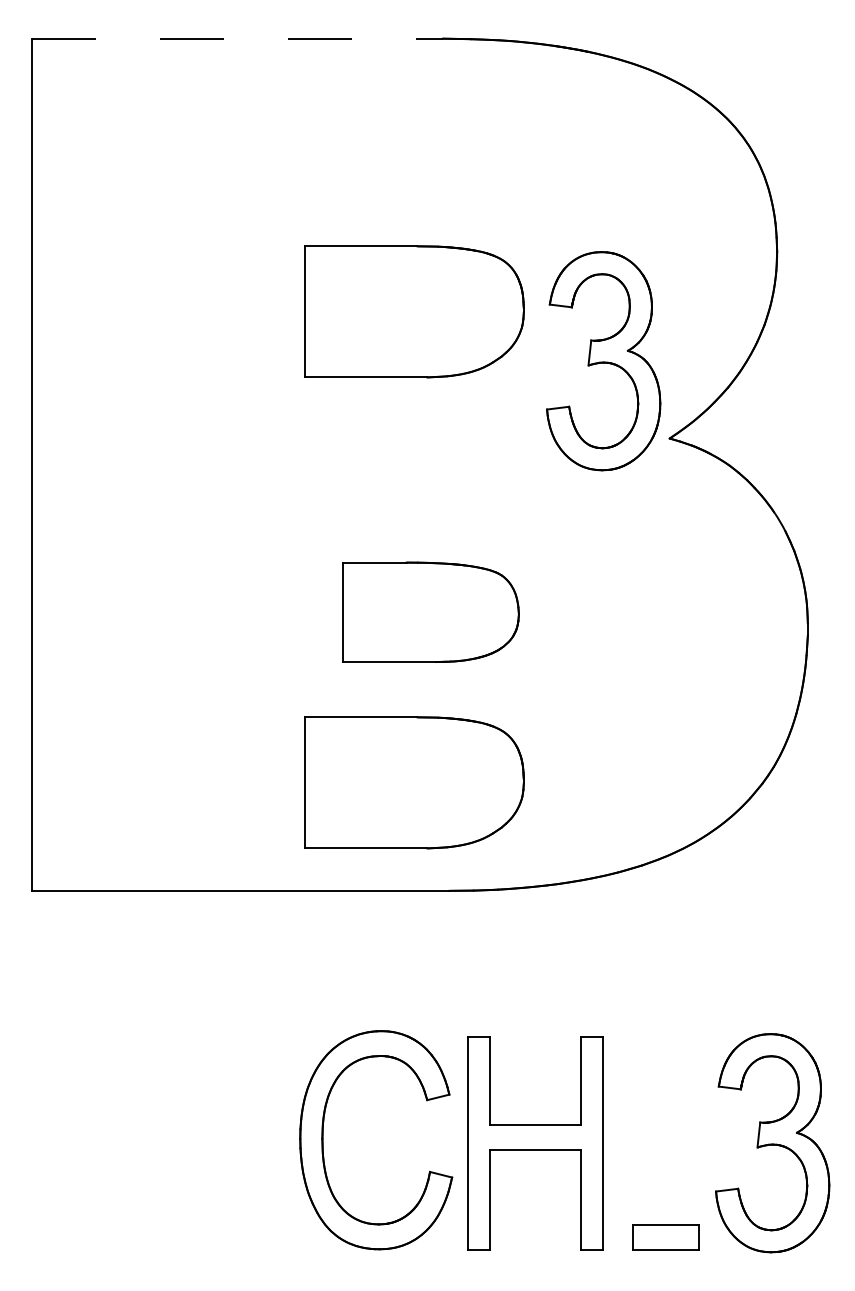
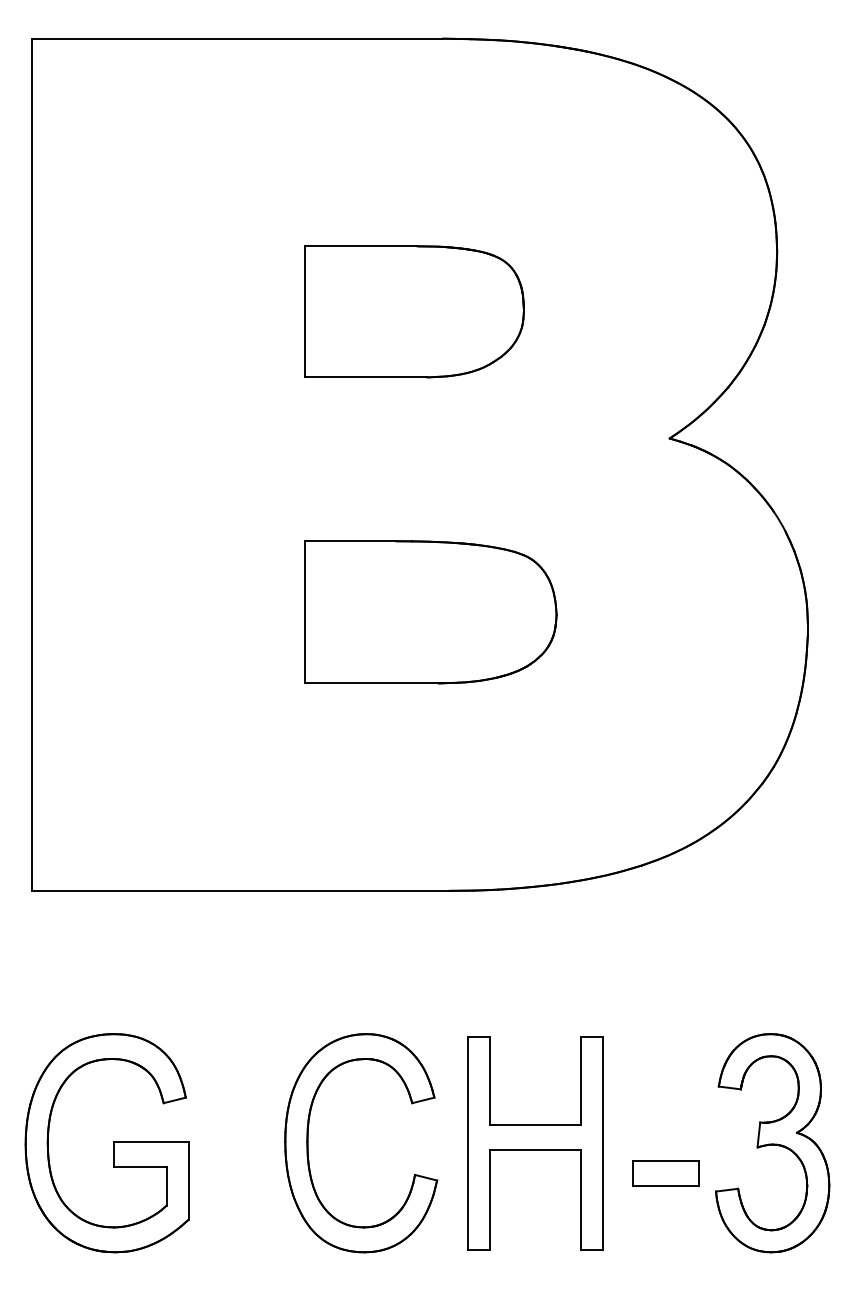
line at (238, 38): dashed -> solid
part at (603, 361): present -> none
part at (430, 611) size: 178x102 px -> 254x145 px
part at (414, 782): present -> none
part at (323, 1140) position: (323, 1140) -> (308, 1143)
part at (113, 1143): none -> present
part at (665, 1237) position: (665, 1237) -> (665, 1173)
